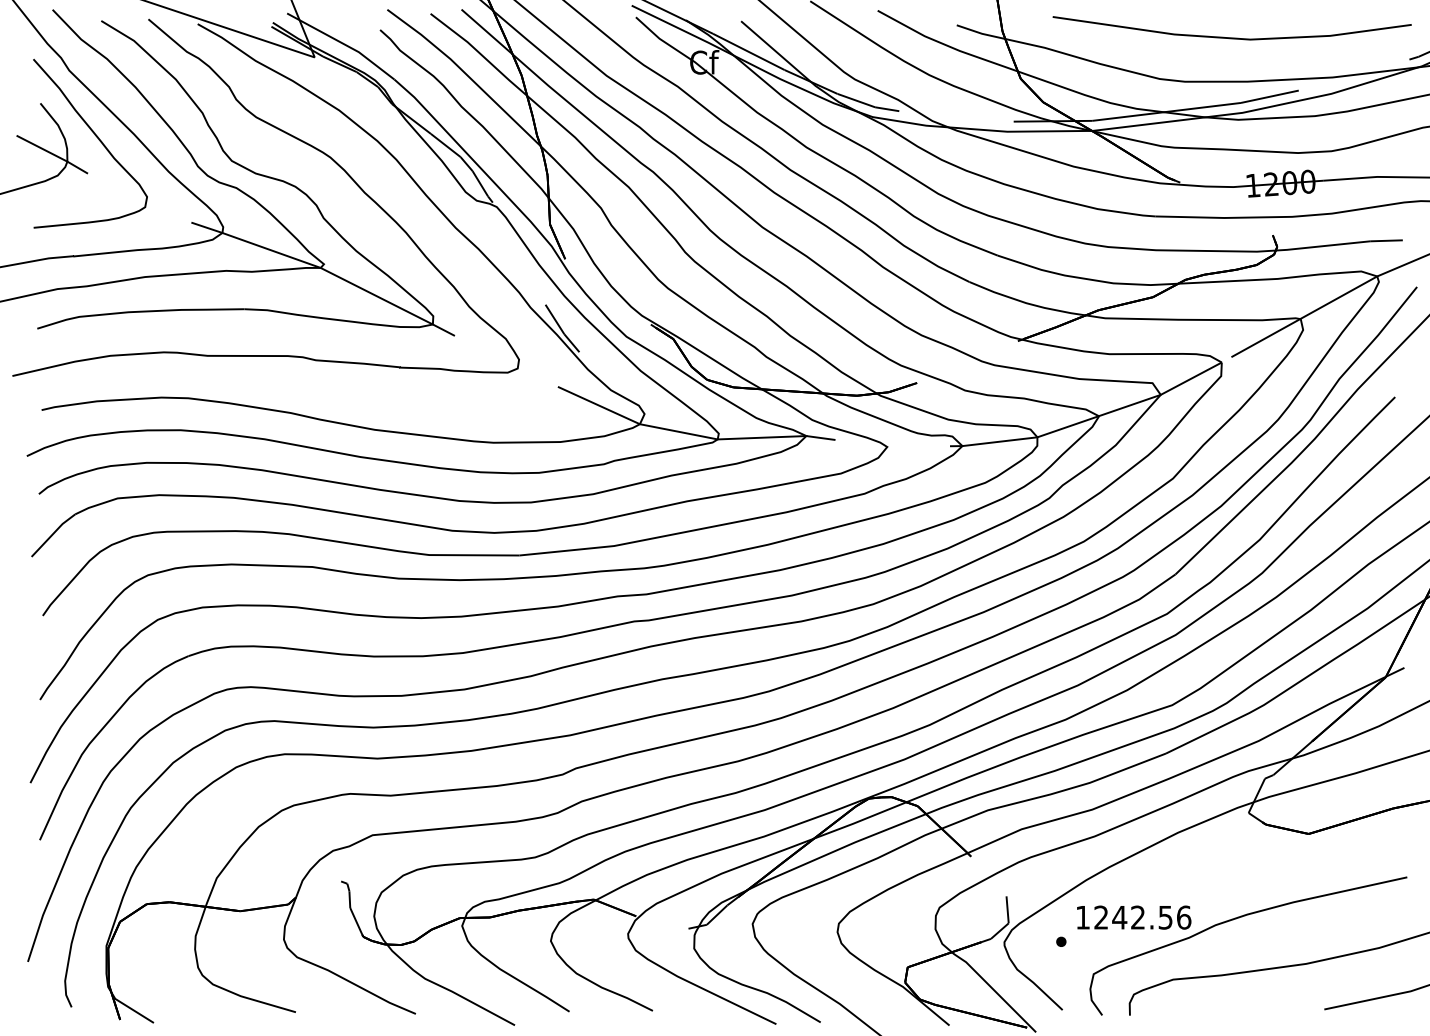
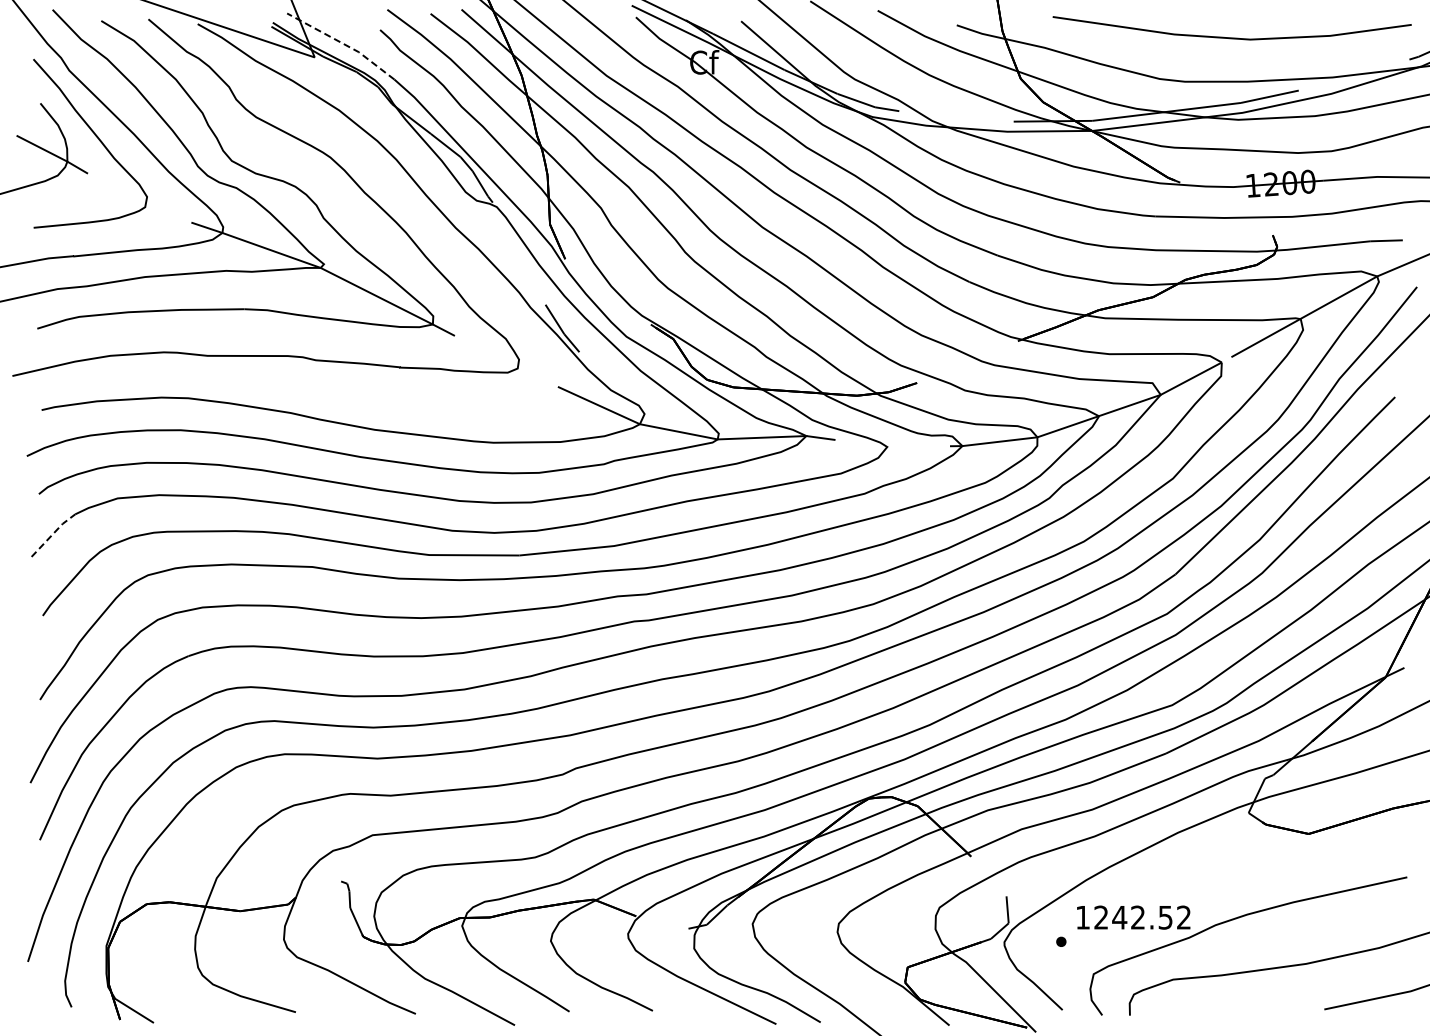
line at (343, 43): solid -> dashed
line at (53, 533): solid -> dashed
text at (1184, 917): 1242.56 -> 1242.52
